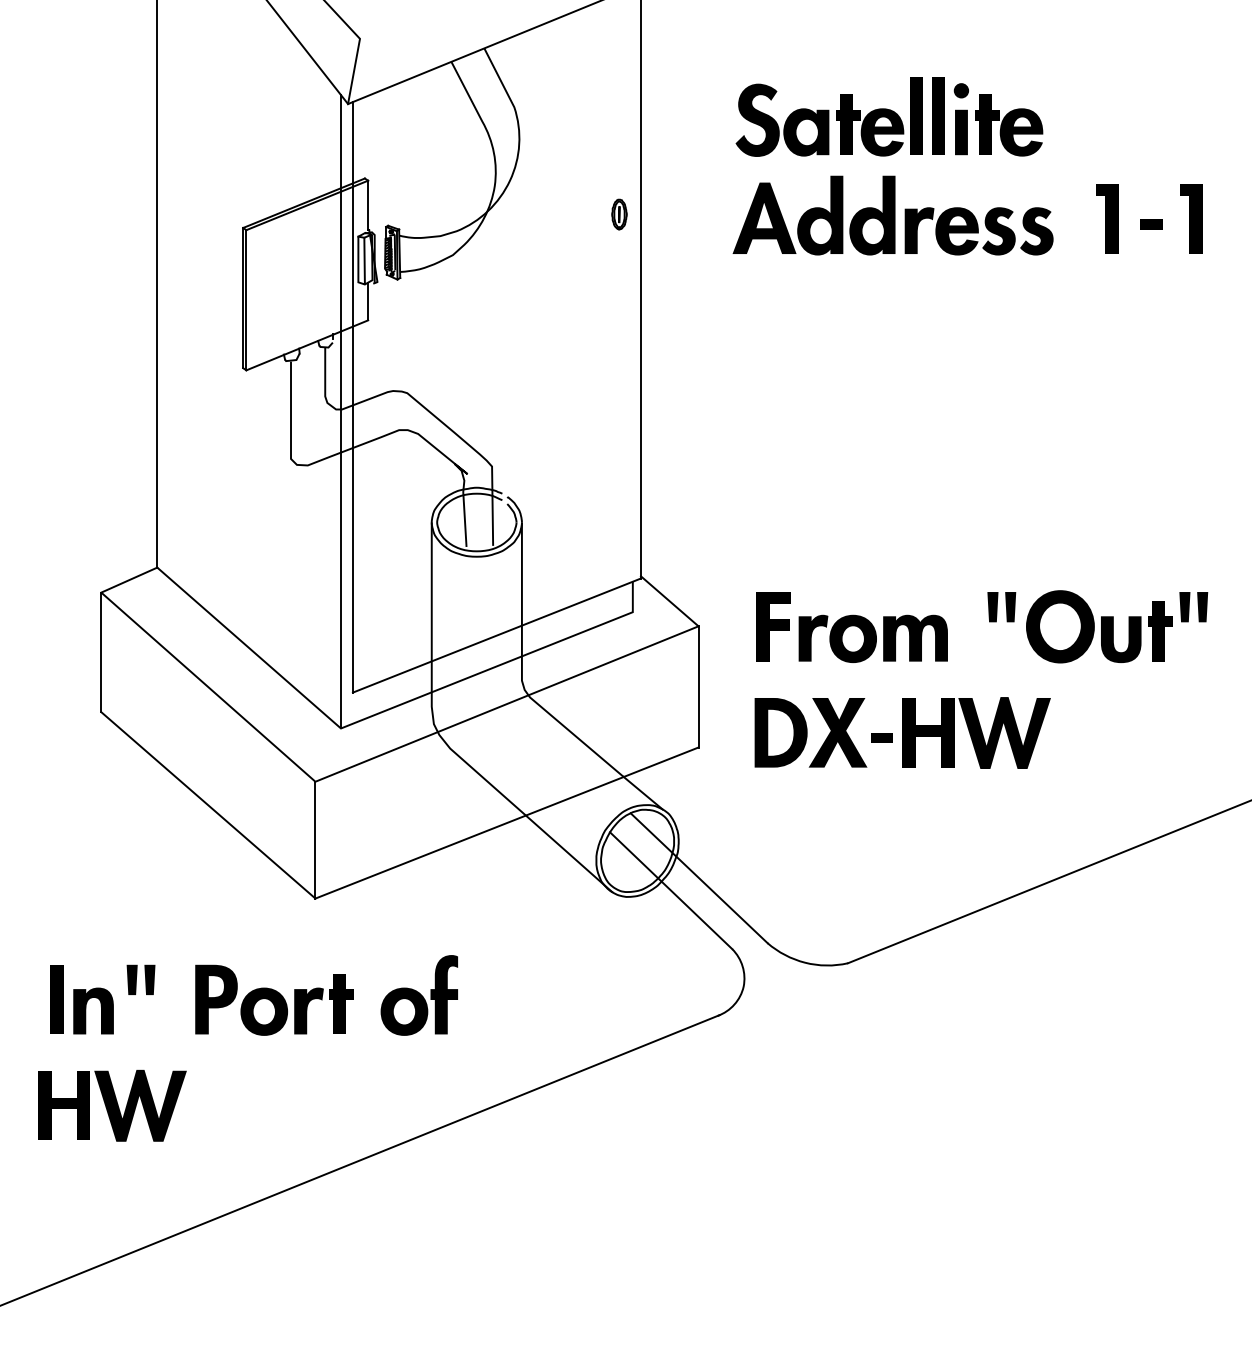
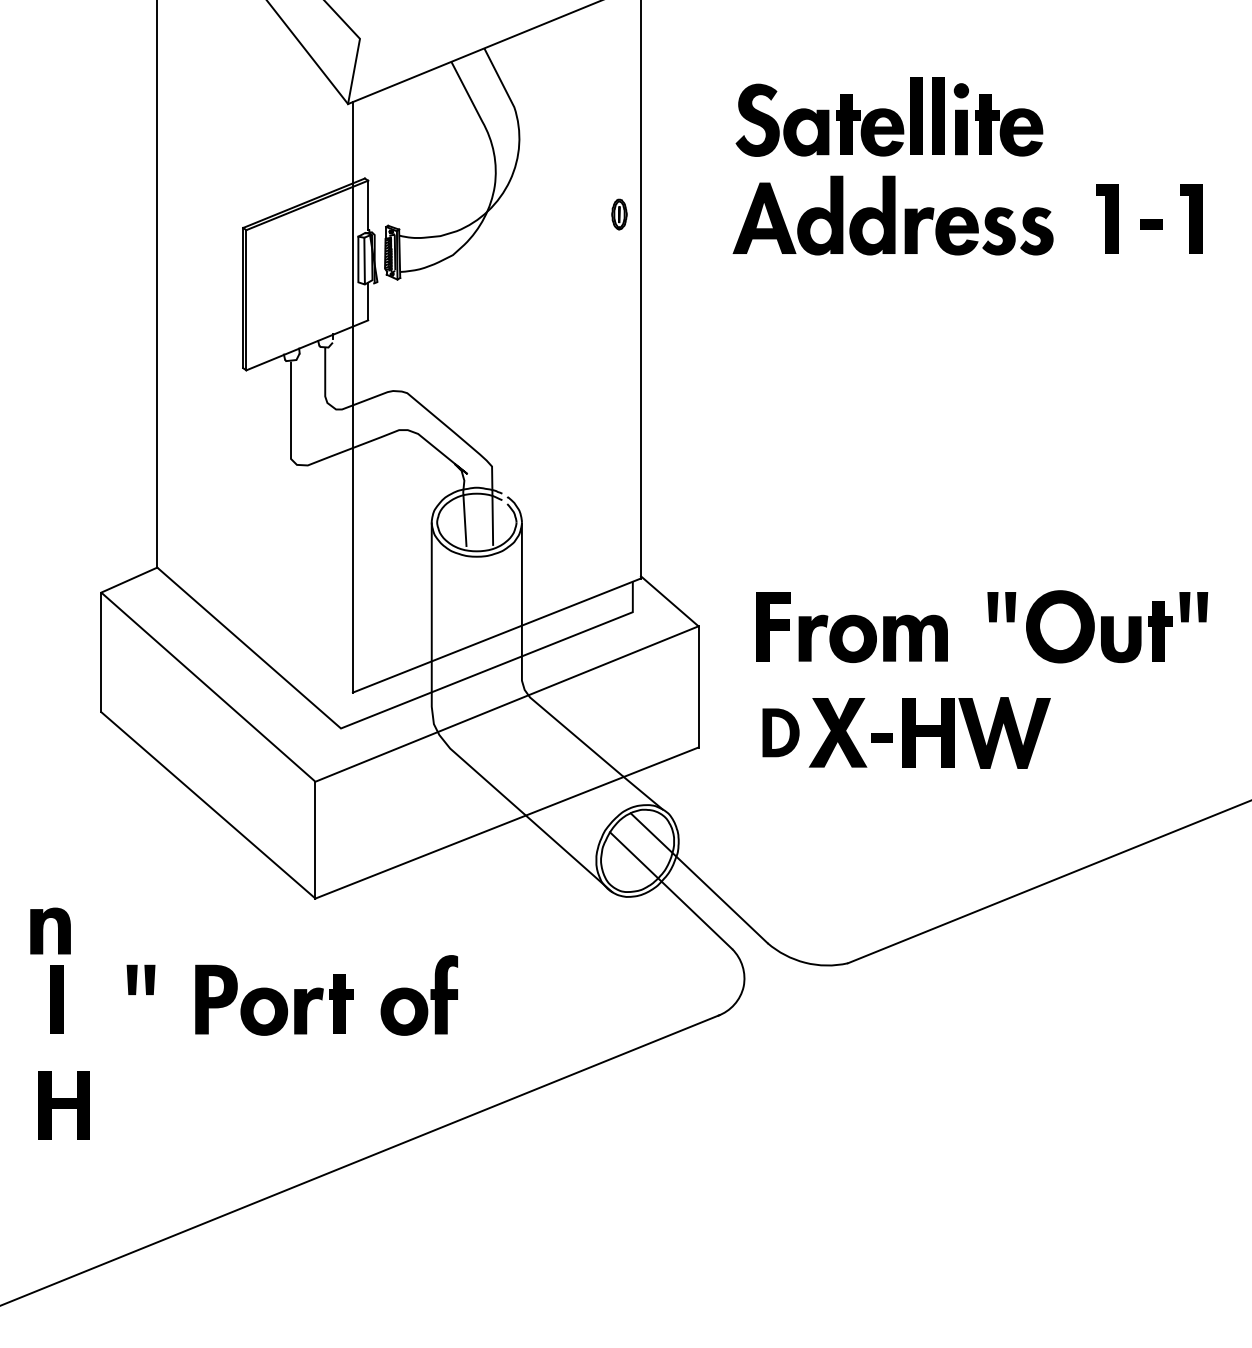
line at (340, 411): present -> none
part at (780, 732) size: 54x70 px -> 38x50 px
part at (86, 1010) position: (86, 1010) -> (43, 930)
fill at (140, 1105): present -> none
